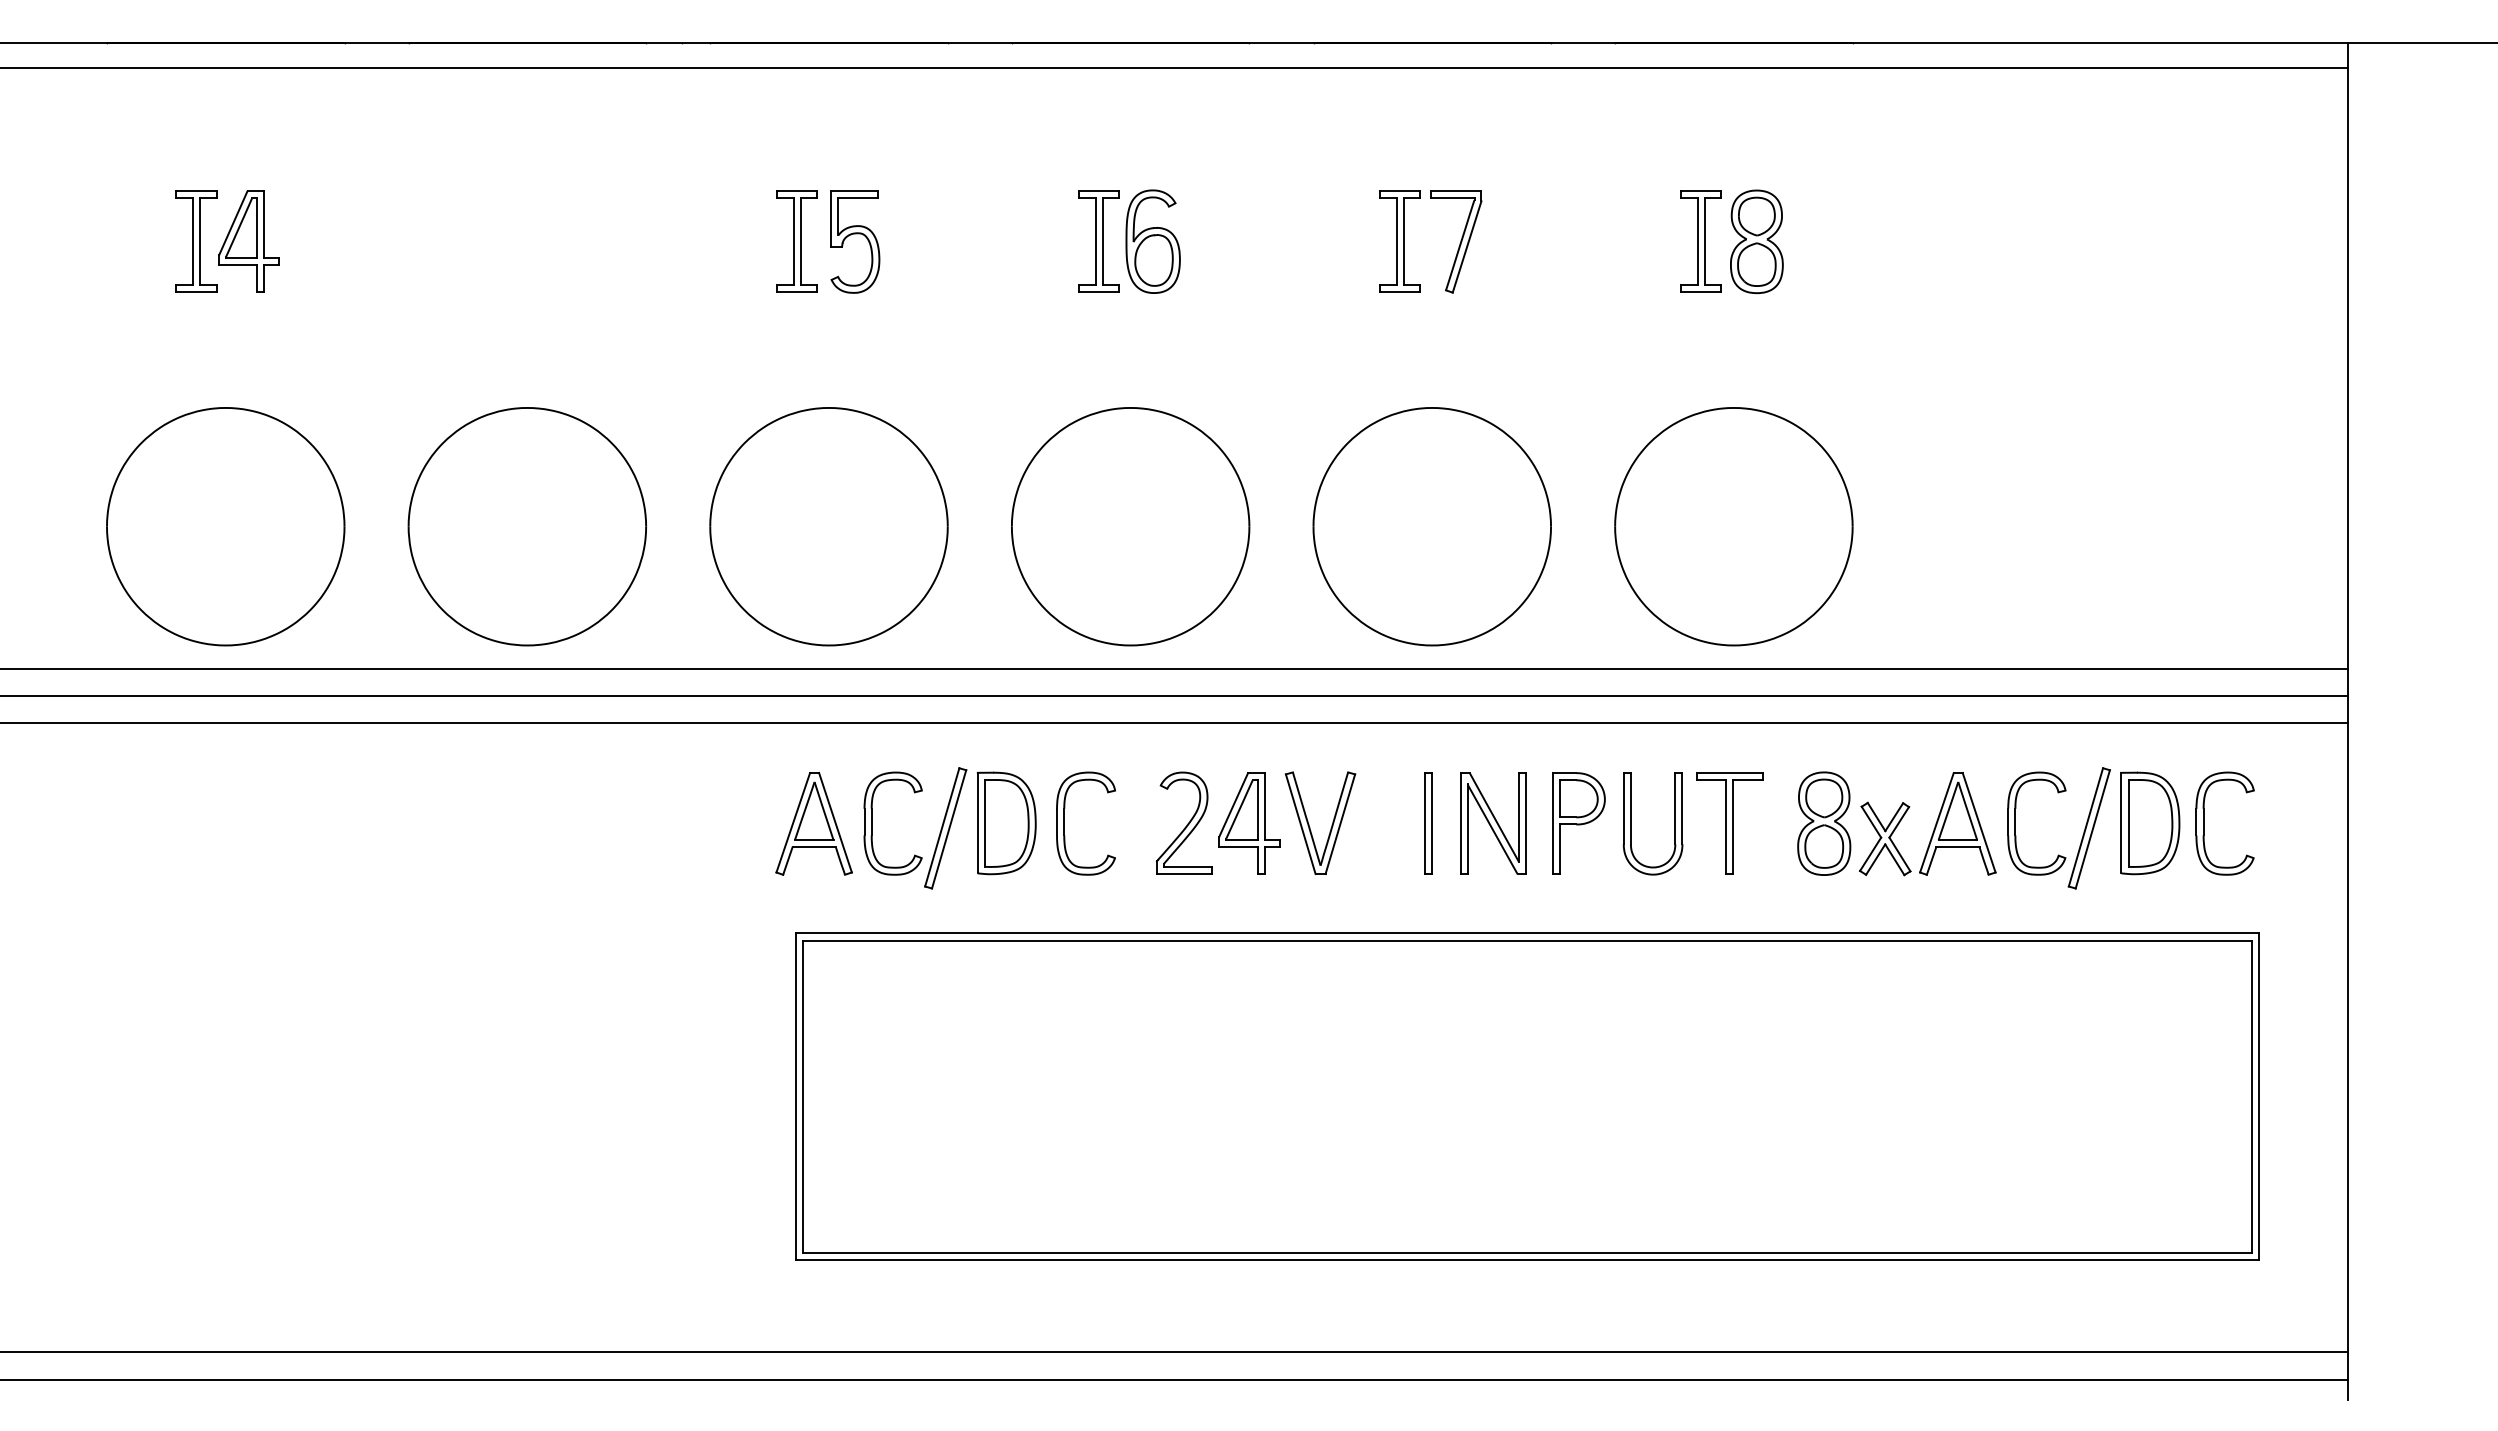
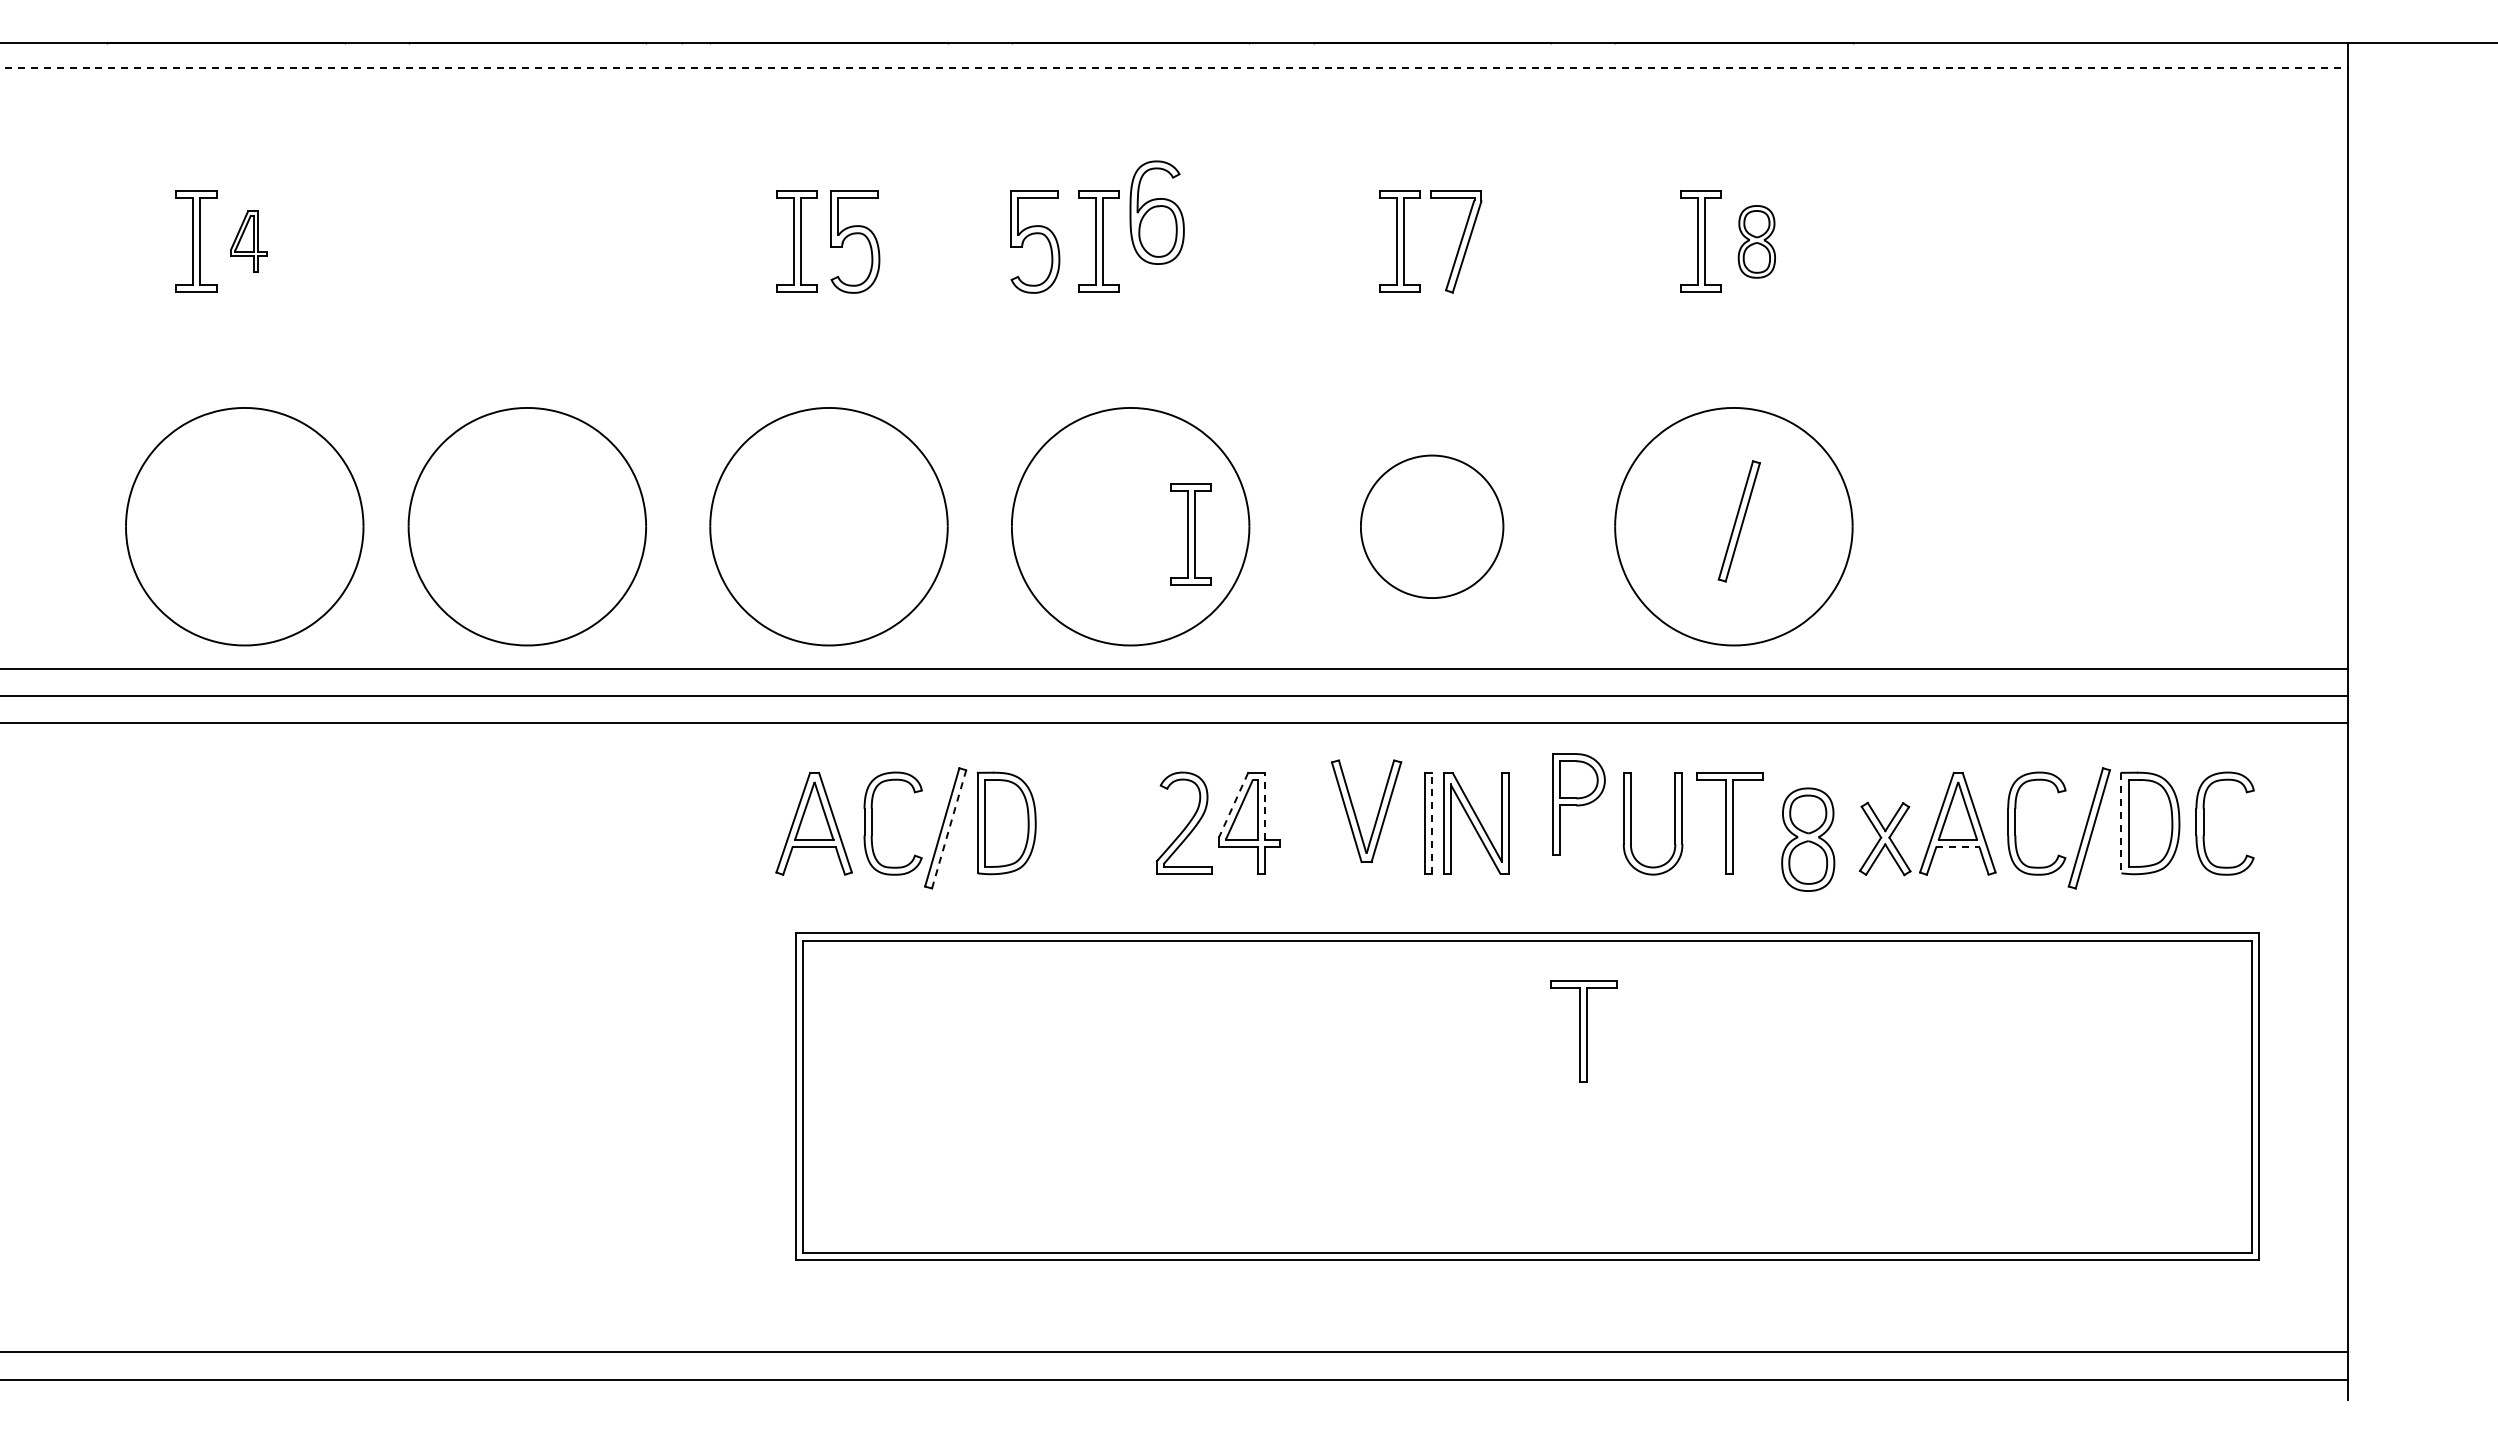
line at (1174, 68): solid -> dashed
part at (1035, 234): none -> present
part at (248, 241) size: 62x103 px -> 38x63 px
part at (1152, 241) position: (1152, 241) -> (1156, 212)
part at (1756, 241) size: 54x106 px -> 39x74 px
part at (1738, 521): none -> present
part at (225, 526) position: (225, 526) -> (244, 526)
part at (1431, 526) size: 240x240 px -> 145x145 px
part at (1190, 534): none -> present
line at (1233, 805): solid -> dashed
line at (1265, 806): solid -> dashed
part at (1064, 823): present -> none
line at (1432, 823): solid -> dashed
part at (1493, 823) position: (1493, 823) -> (1476, 823)
part at (1578, 823) position: (1578, 823) -> (1578, 804)
part at (1824, 823) position: (1824, 823) -> (1808, 839)
line at (2121, 823): solid -> dashed
part at (1309, 824) position: (1309, 824) -> (1355, 812)
line at (949, 829): solid -> dashed
line at (1957, 847): solid -> dashed
part at (1583, 1031): none -> present
